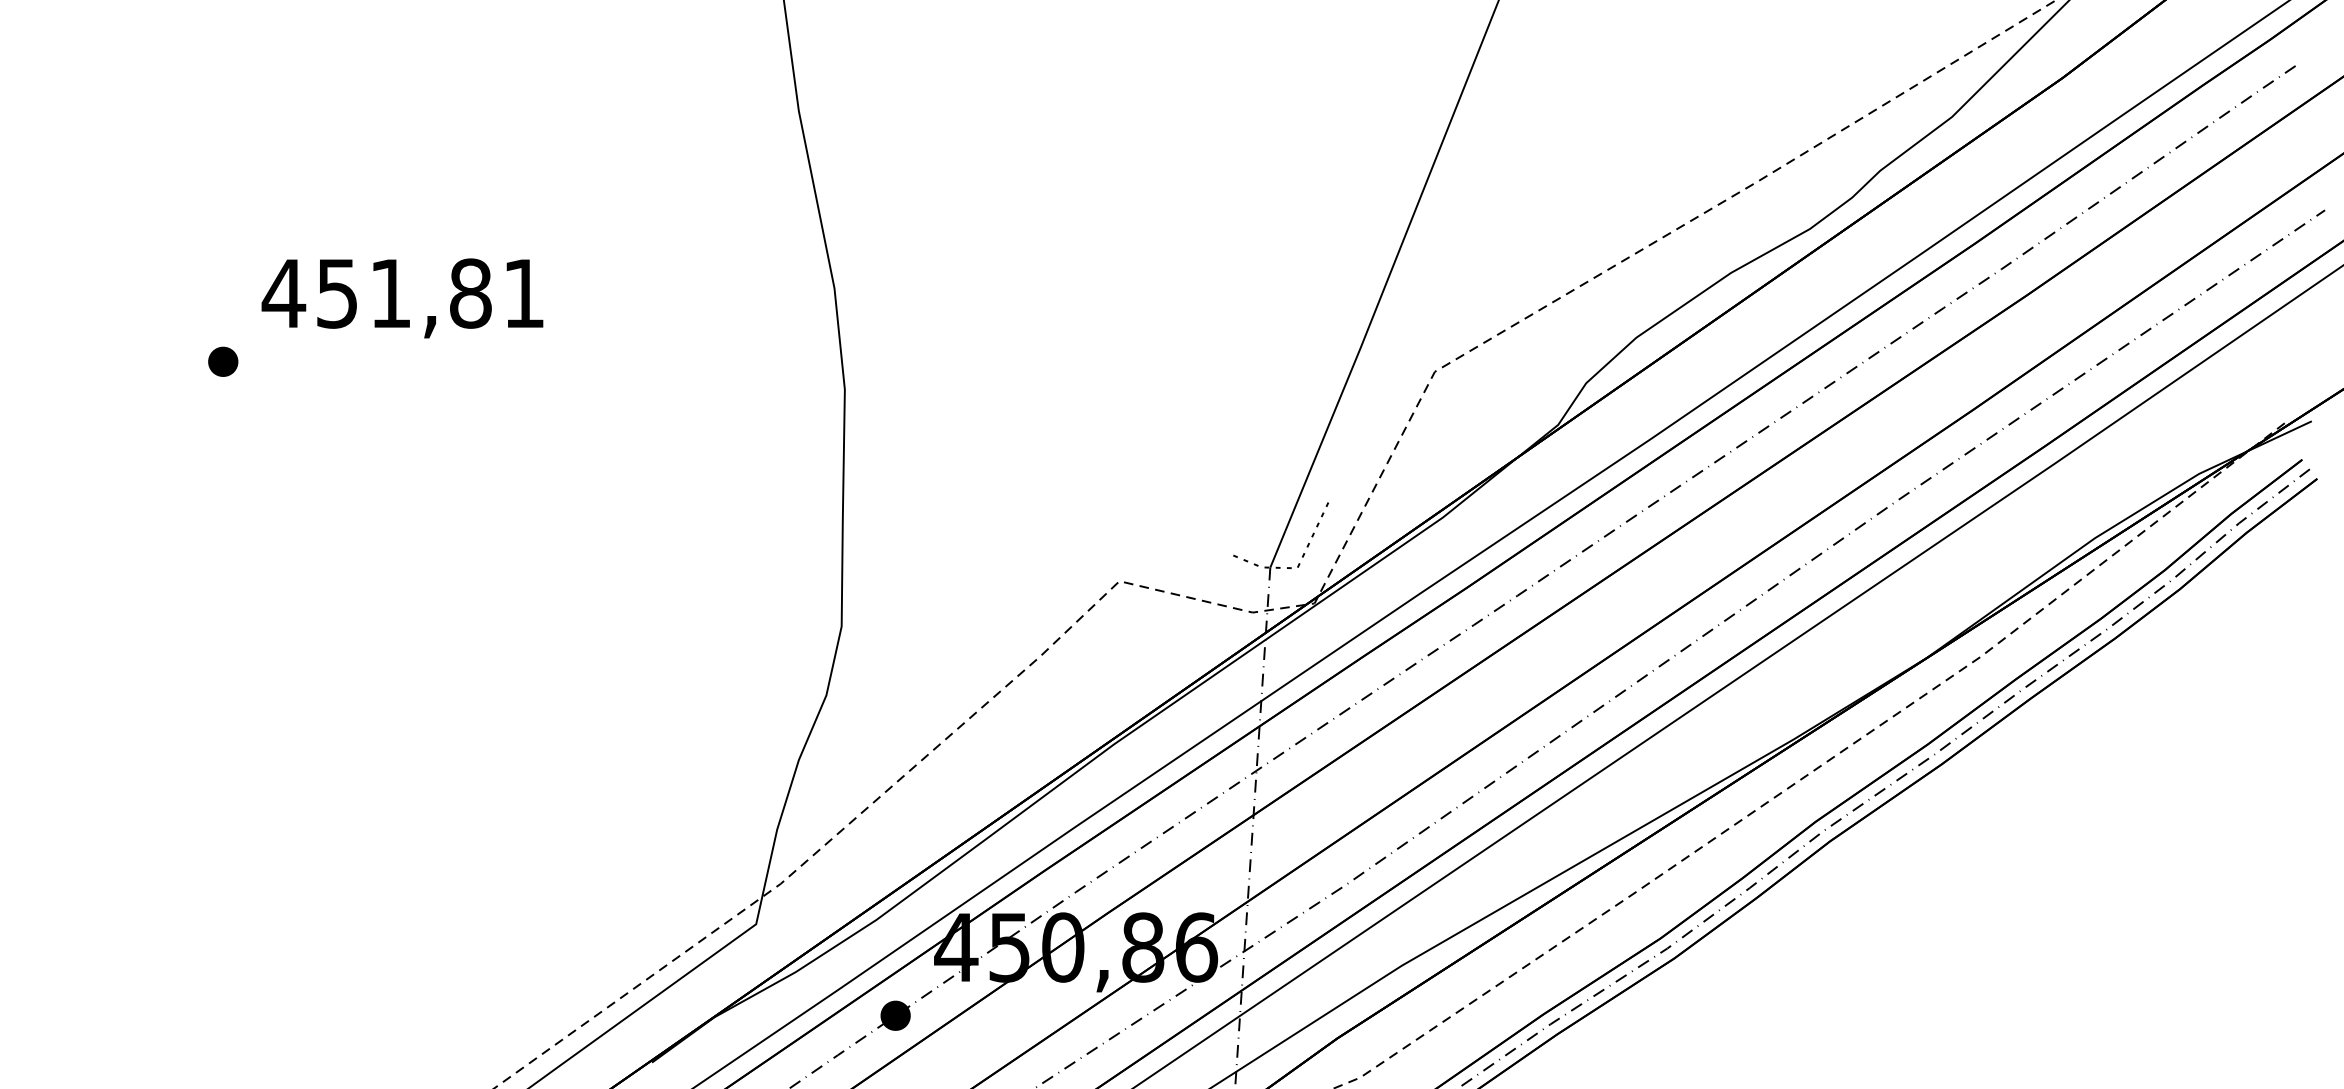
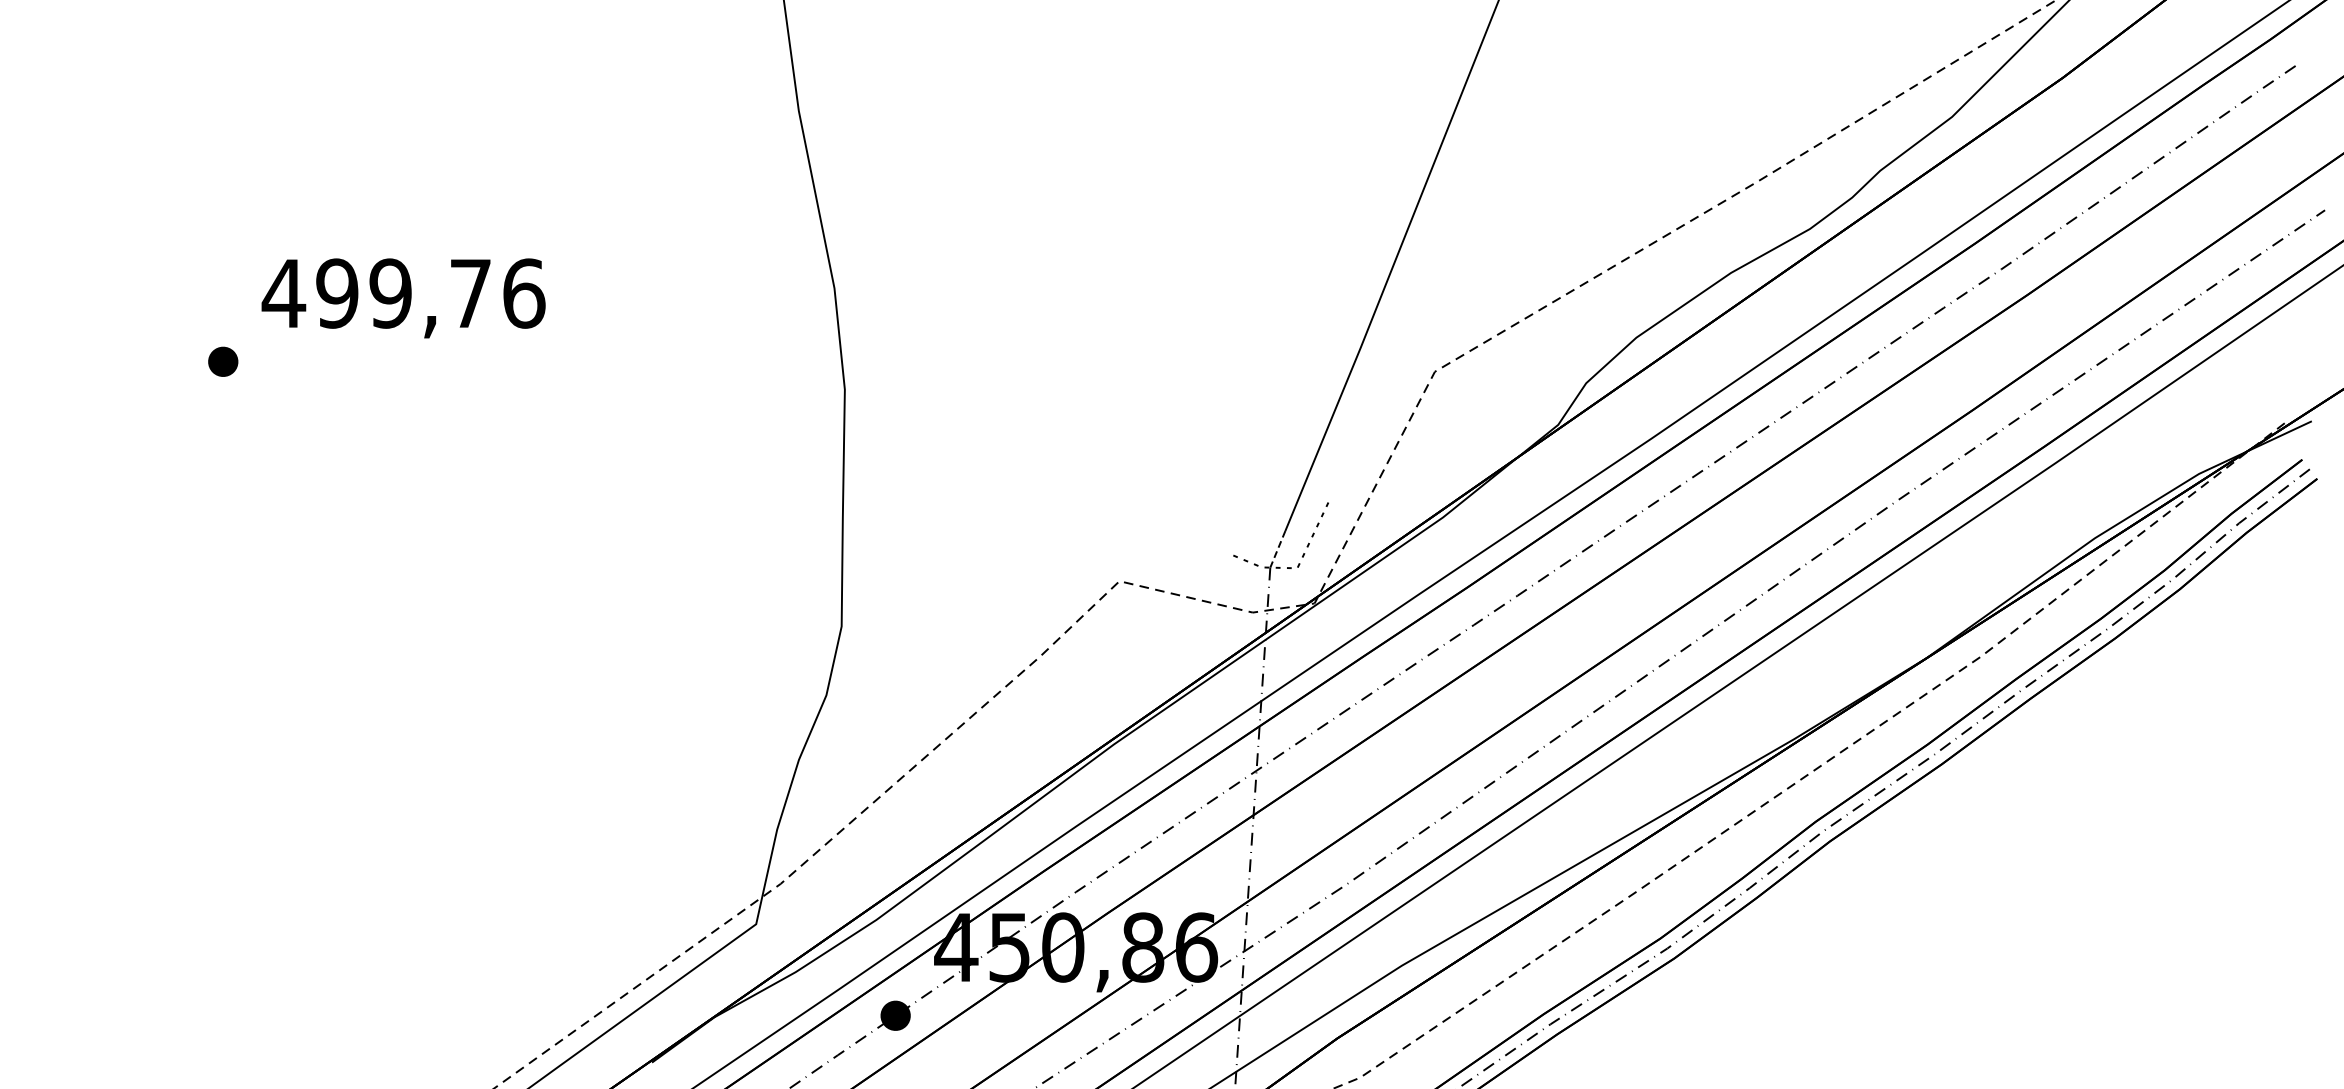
text at (430, 293): 451,81 -> 499,76
line at (1277, 549): solid -> dashed
